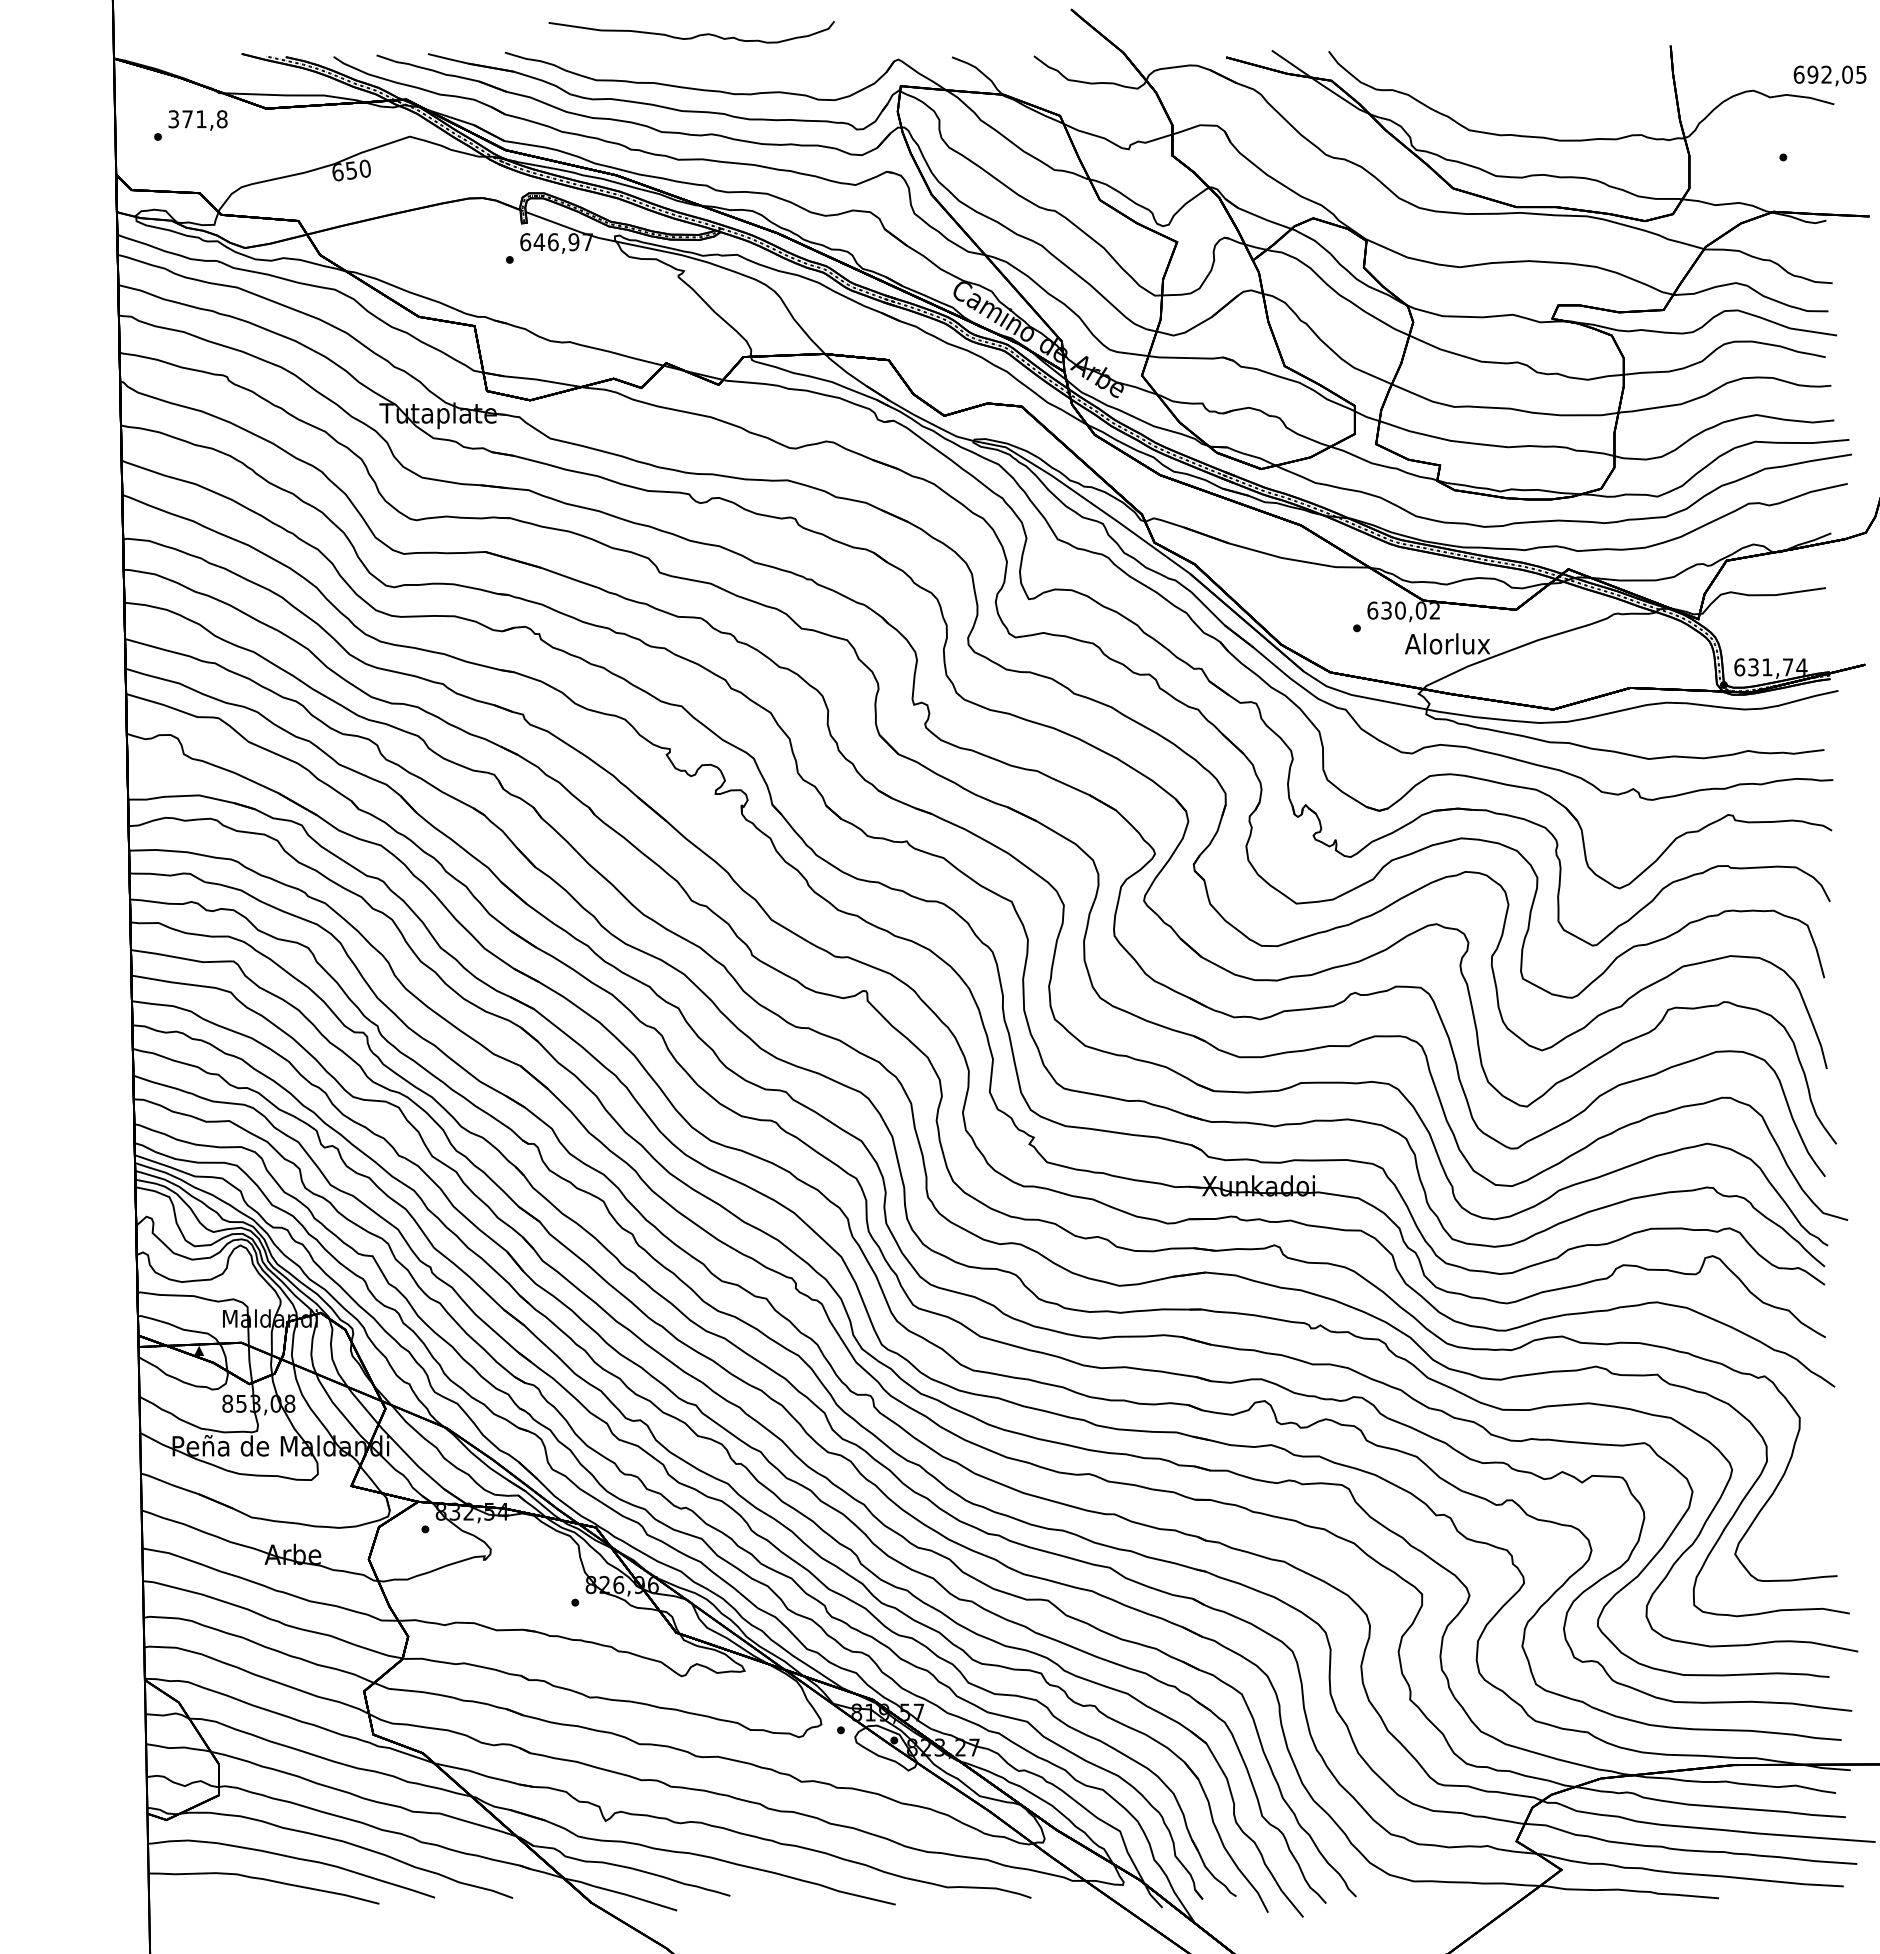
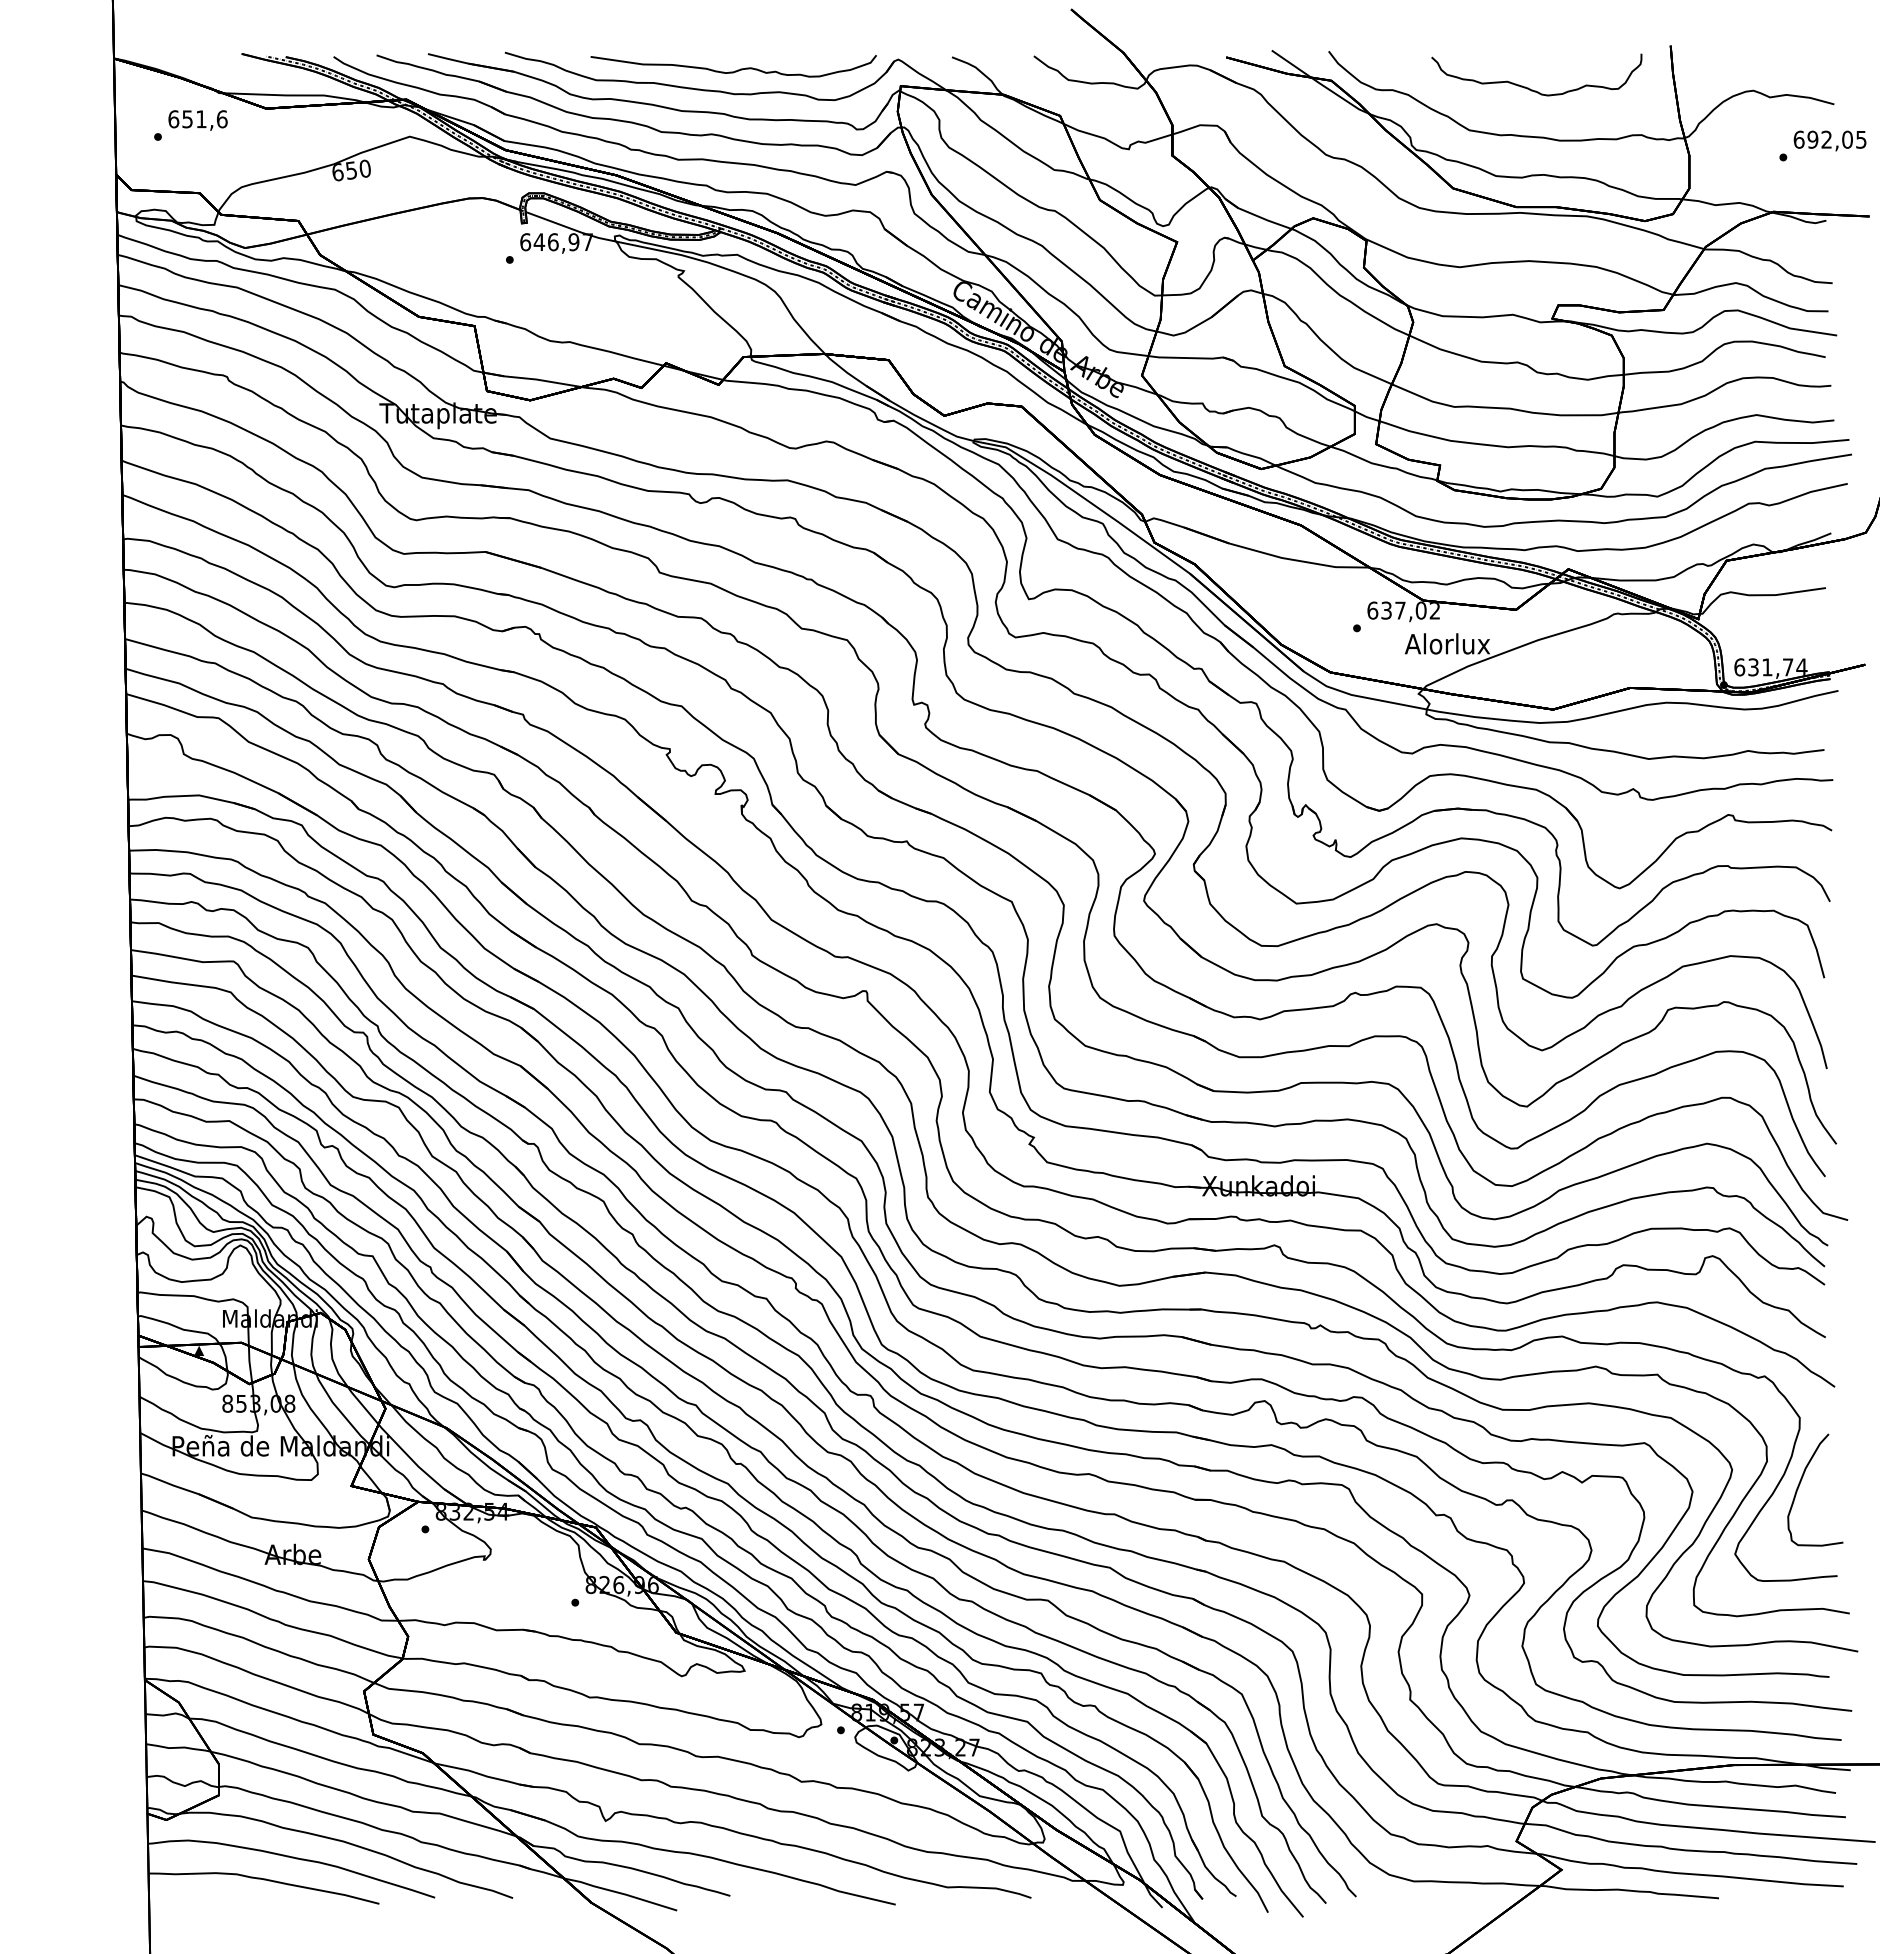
curve at (693, 36) position: (693, 36) -> (735, 70)
text at (1829, 75) position: (1829, 75) -> (1829, 140)
curve at (1530, 88): none -> present
text at (197, 119): 371,8 -> 651,6
text at (1400, 610): 630,02 -> 637,02
curve at (1800, 1484): none -> present
